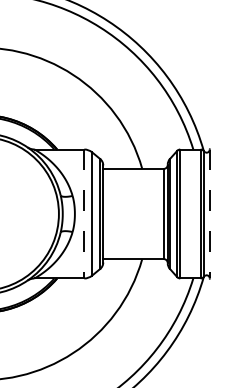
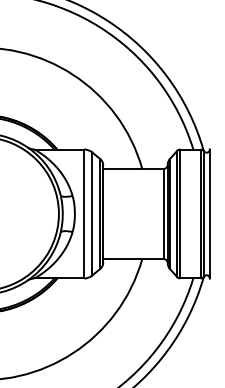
line at (84, 214): dashed -> solid
line at (209, 214): dashed -> solid
